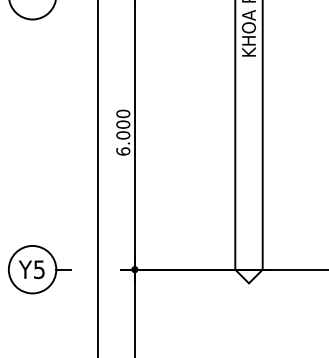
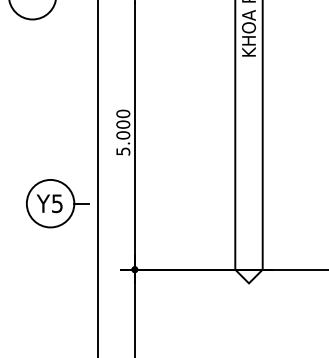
text at (123, 151): 6.000 -> 5.000
part at (39, 269) position: (39, 269) -> (57, 203)
